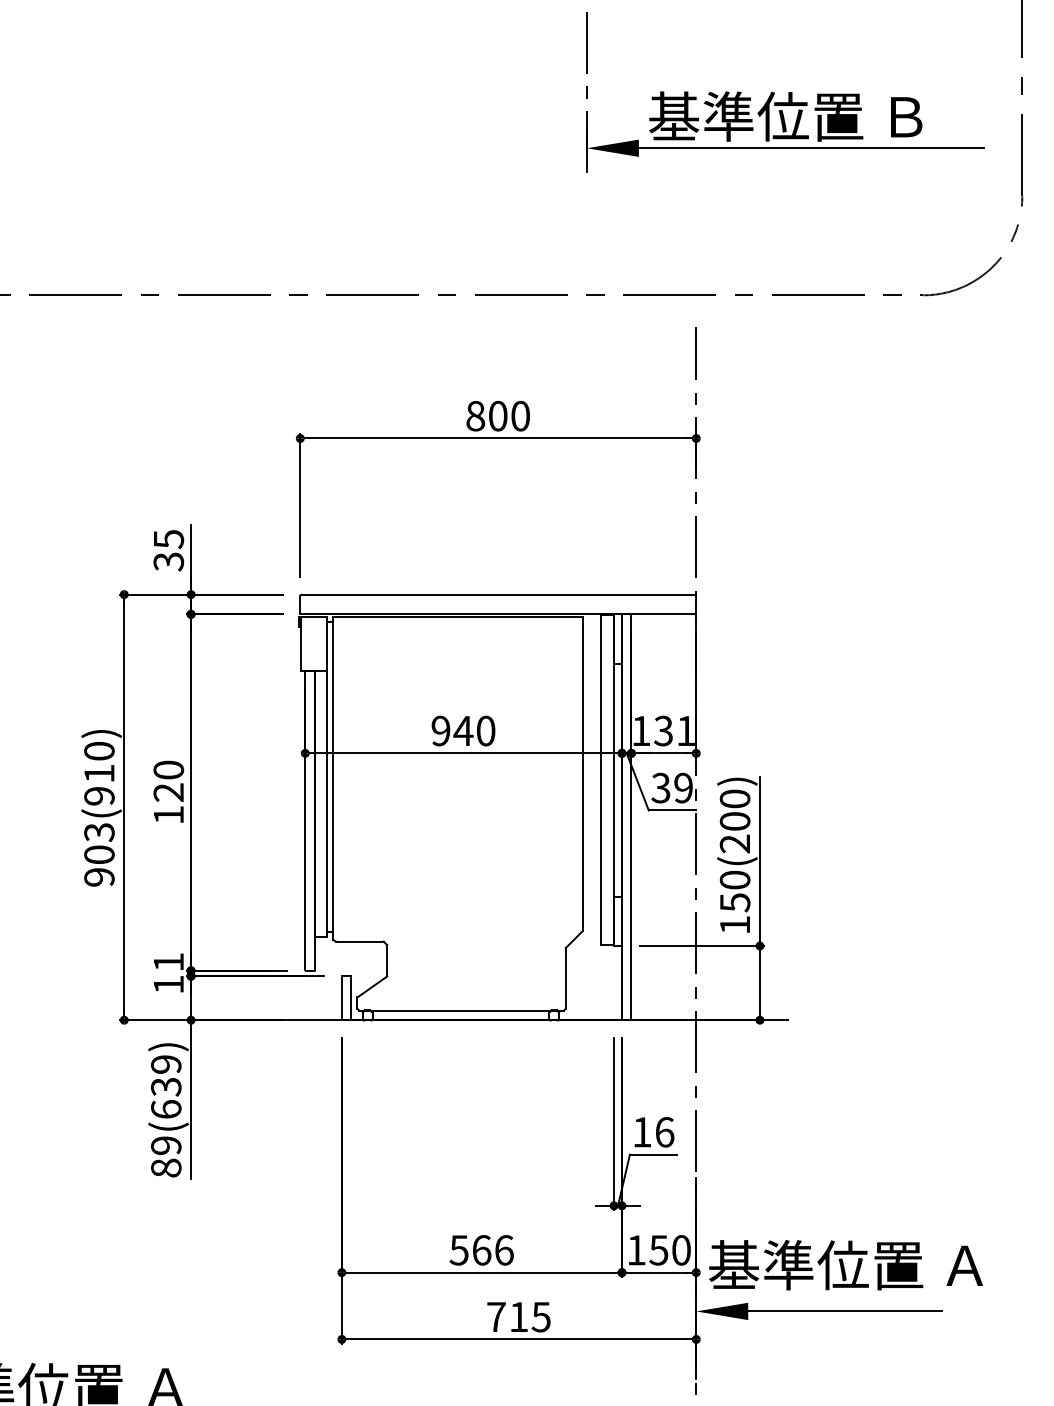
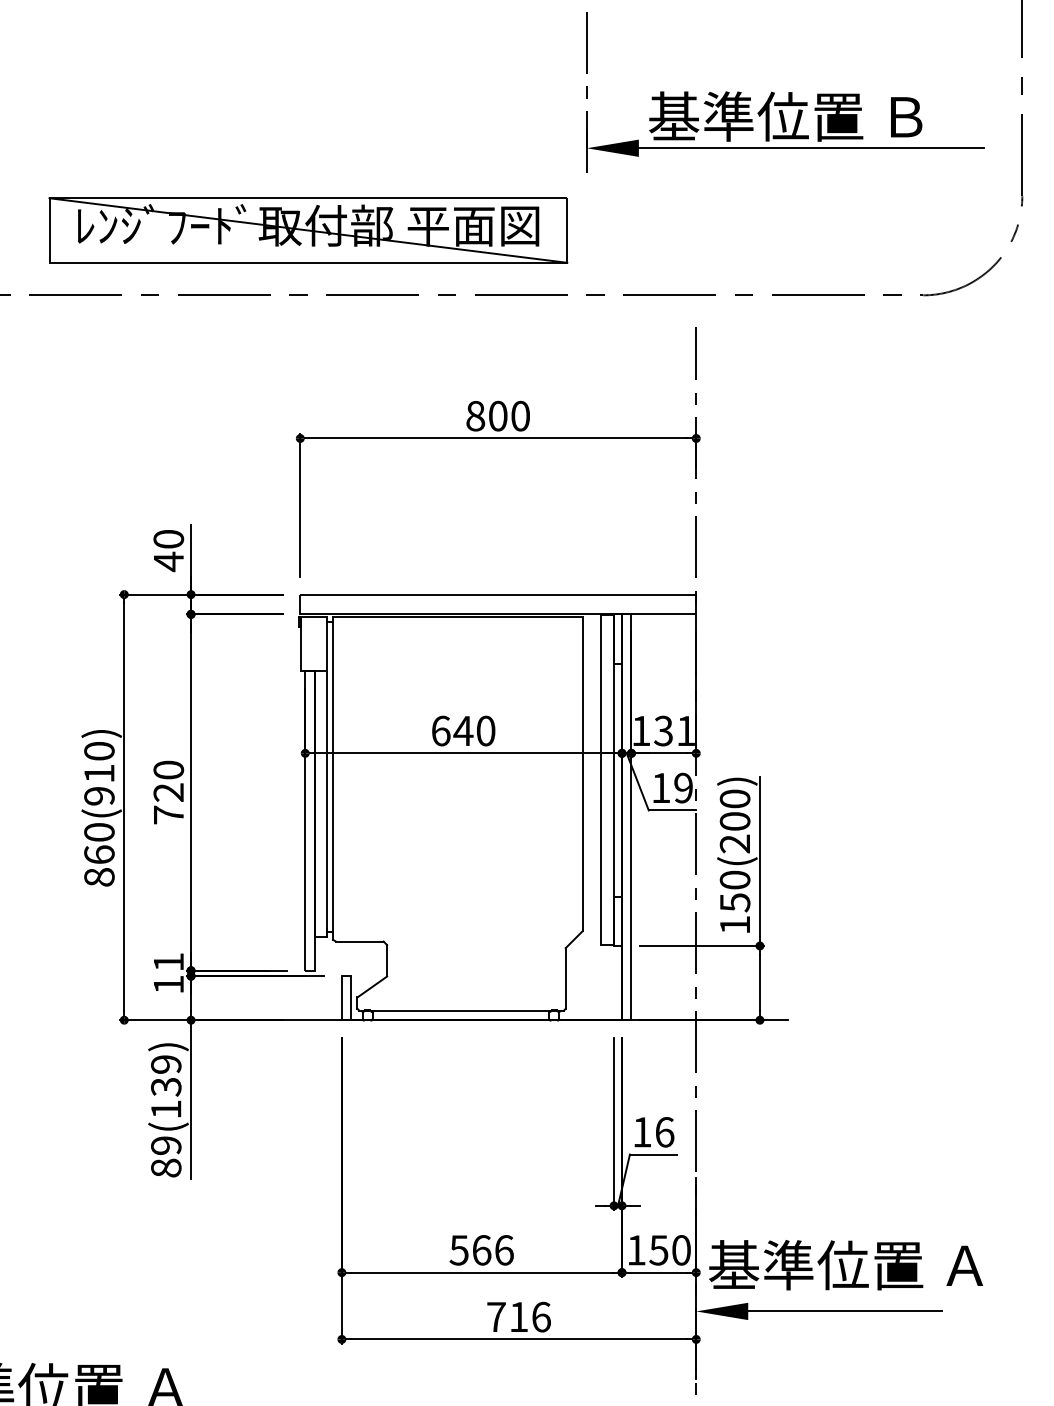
part at (308, 230): none -> present
text at (168, 551): 35 -> 40
text at (440, 730): 940 -> 640
text at (660, 787): 39 -> 19
text at (168, 814): 120 -> 720
text at (99, 854): 903(910) -> 860(910)
text at (166, 1109): 89(639) -> 89(139)
text at (540, 1316): 715 -> 716
